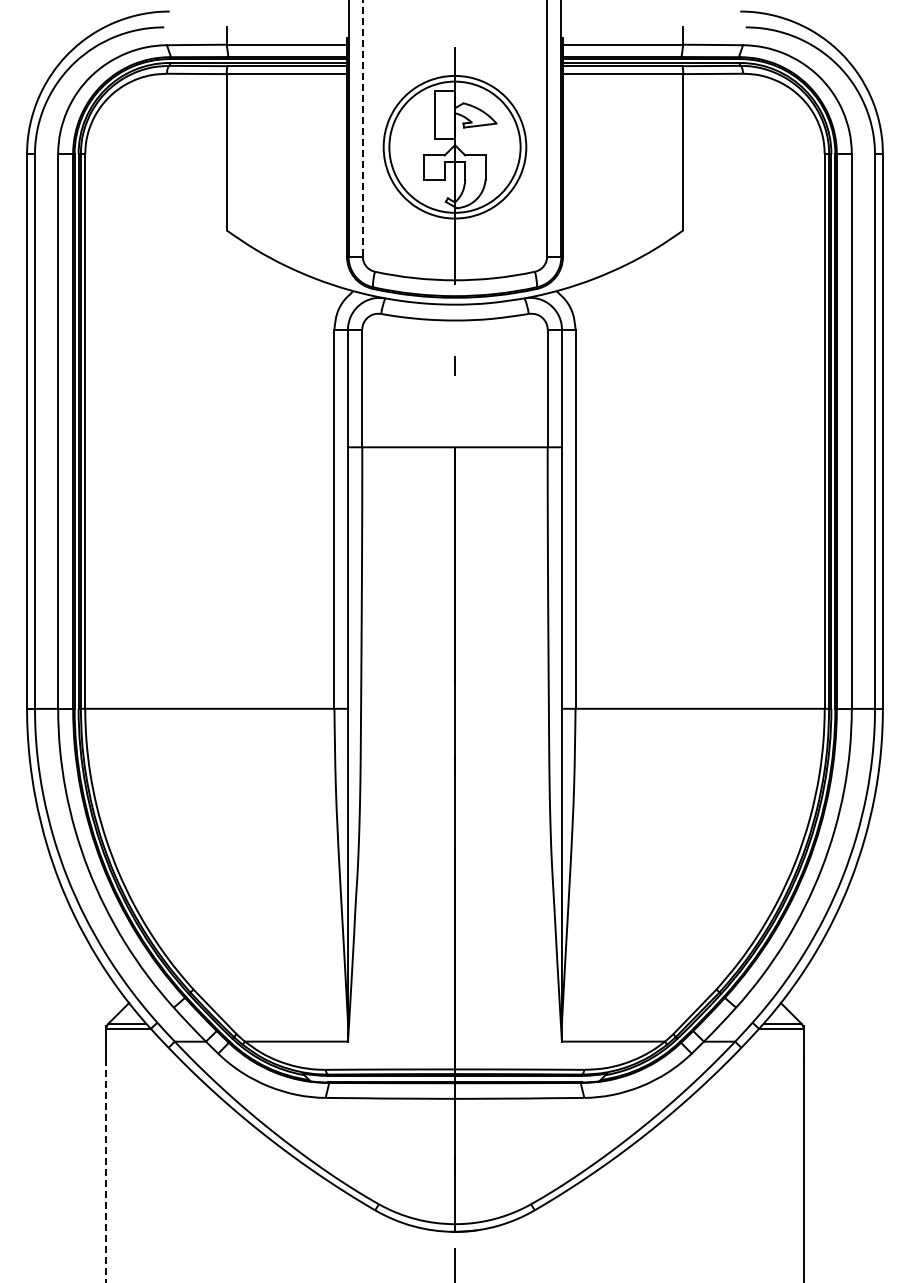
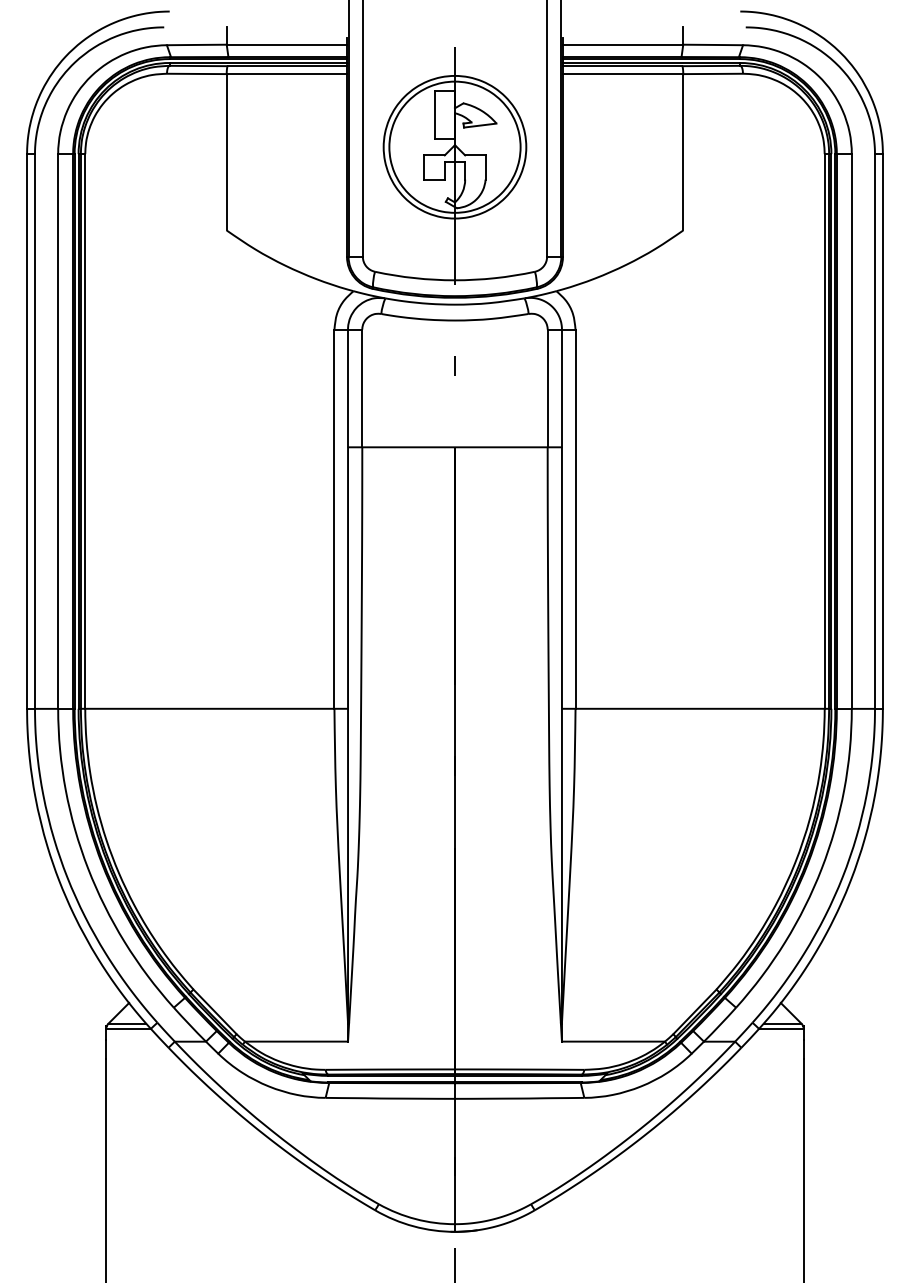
line at (362, 128): dashed -> solid
line at (106, 1171): dashed -> solid
